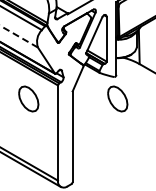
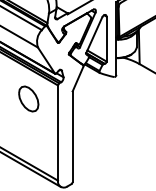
line at (18, 36): dashed -> solid
part at (117, 98): present -> none
